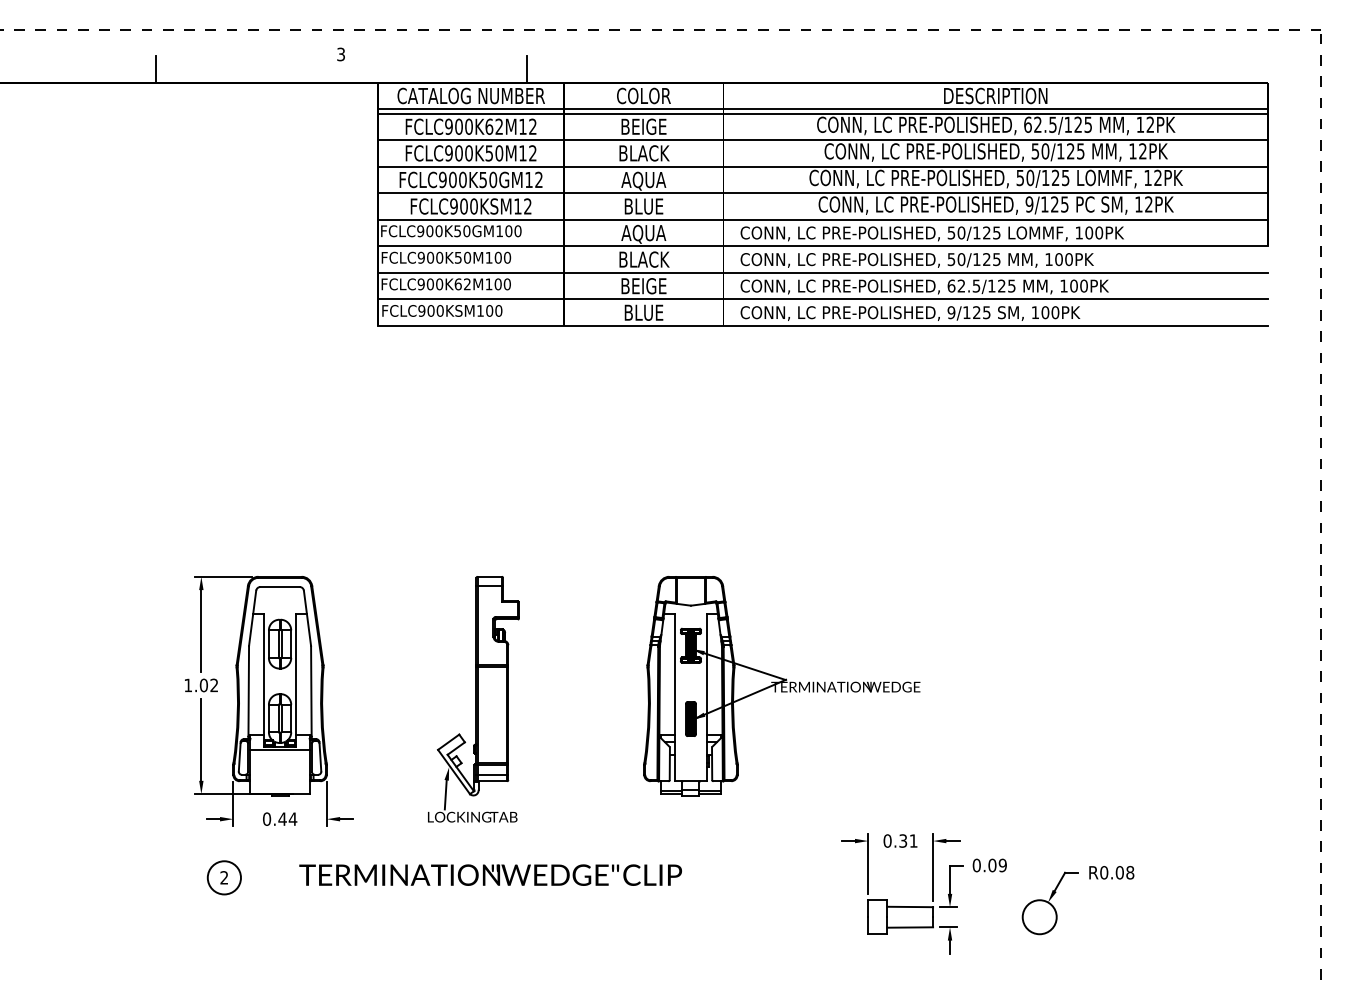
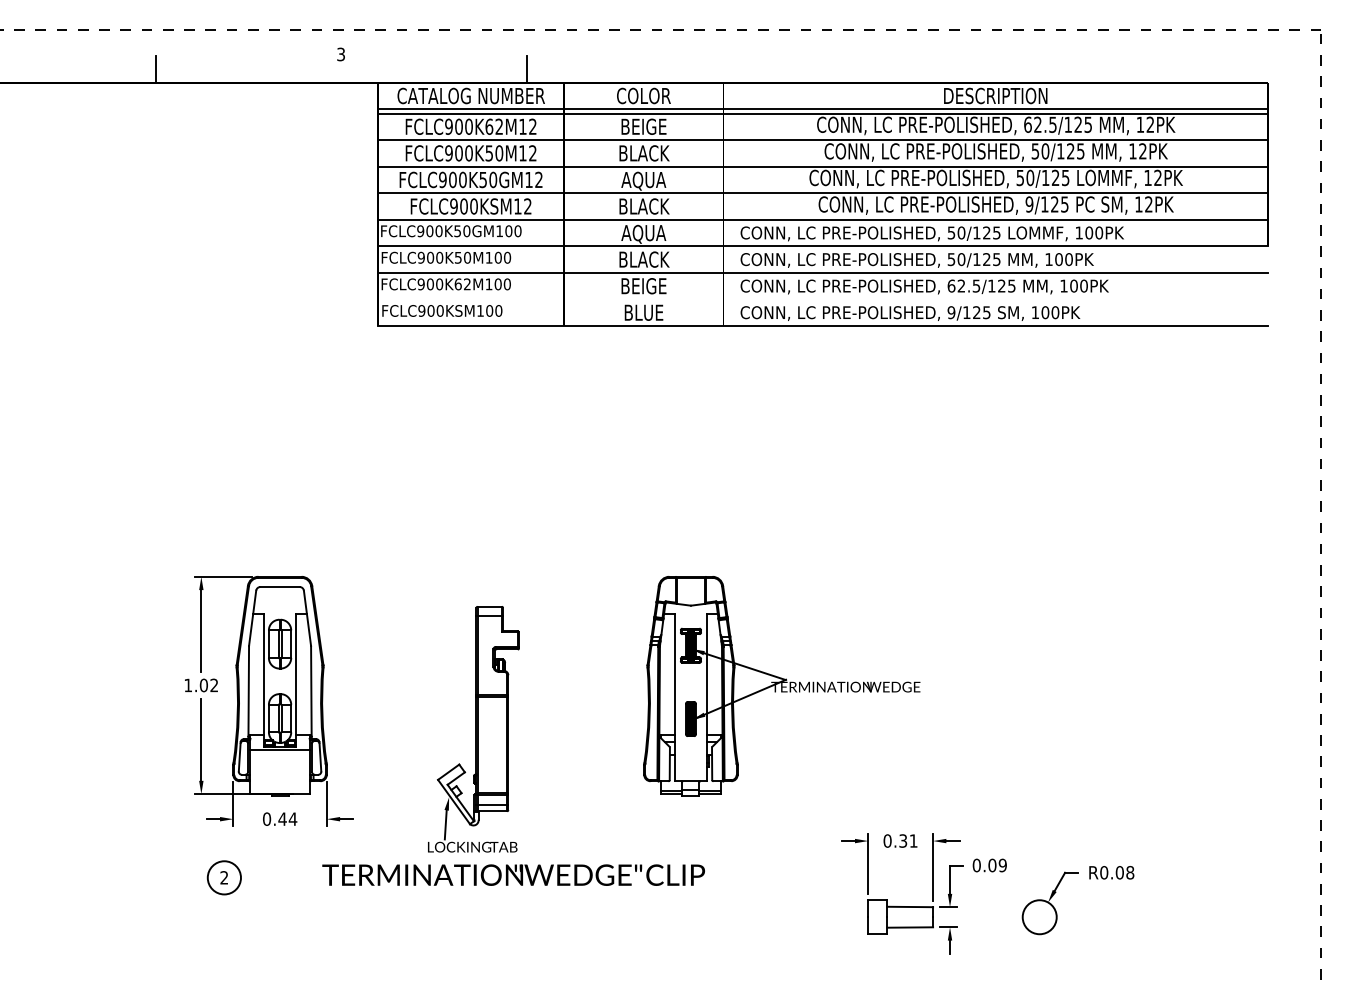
text at (644, 206): BLUE -> BLACK
line at (823, 299): present -> none
part at (473, 699) position: (473, 699) -> (473, 729)
text at (490, 874) position: (490, 874) -> (513, 874)
